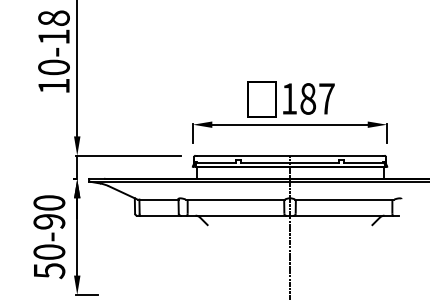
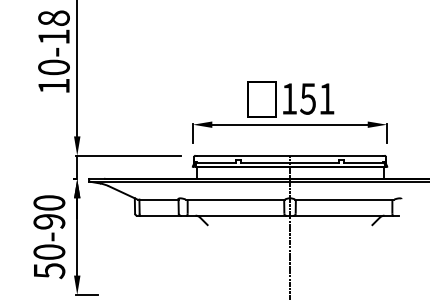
text at (317, 98): 187 -> 151
